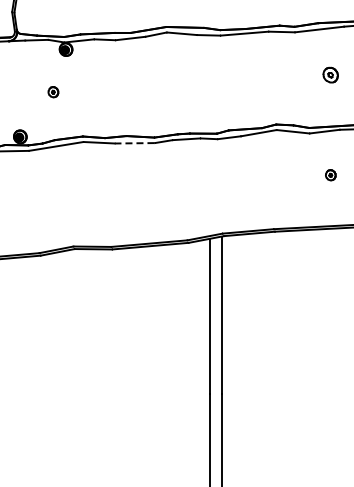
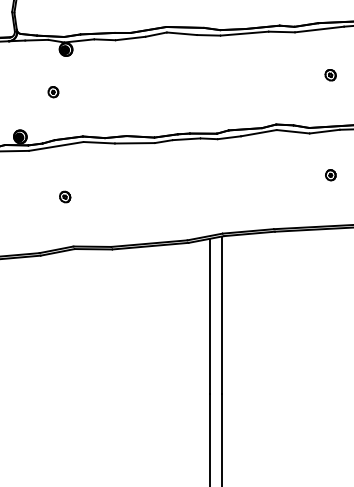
part at (330, 74) size: 17x18 px -> 13x13 px
line at (134, 143): dashed -> solid
part at (65, 196): none -> present
